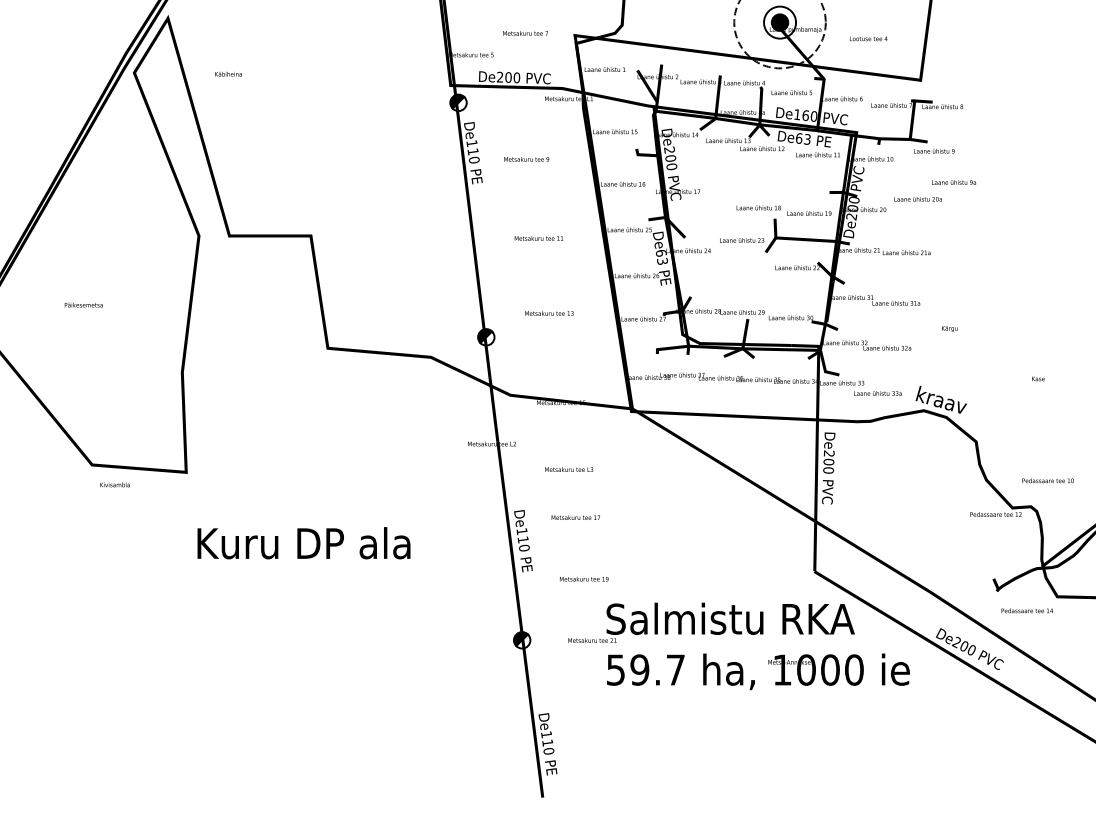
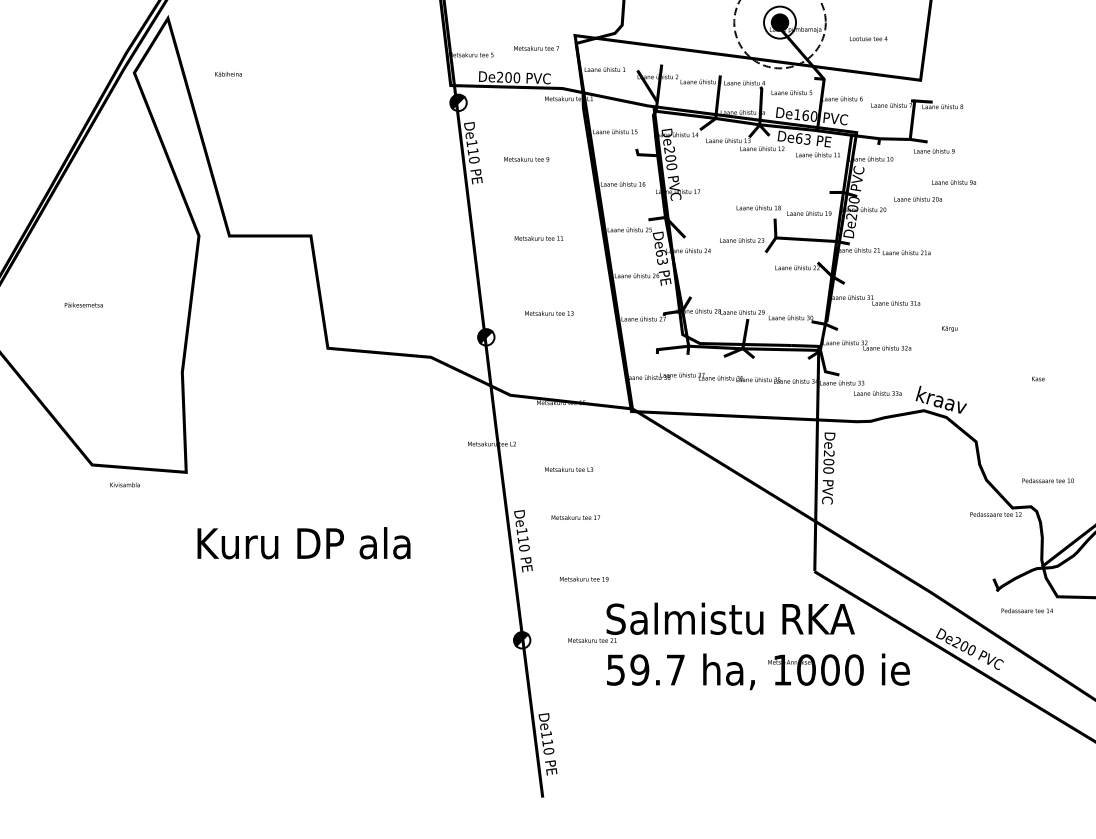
text at (525, 33) position: (525, 33) -> (536, 48)
text at (114, 484) position: (114, 484) -> (124, 484)
